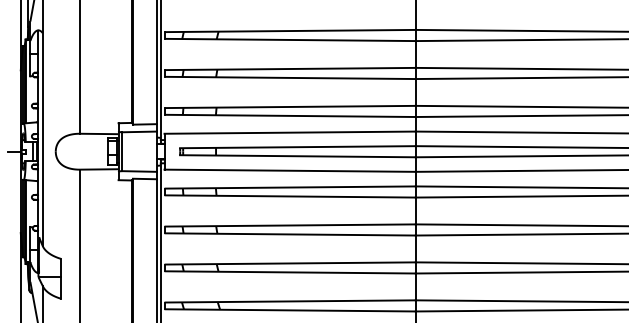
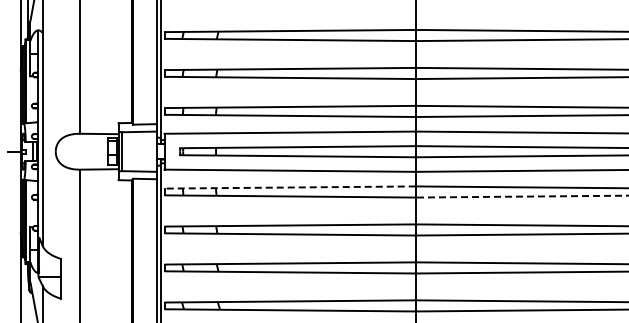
line at (290, 187): solid -> dashed
line at (521, 196): solid -> dashed
